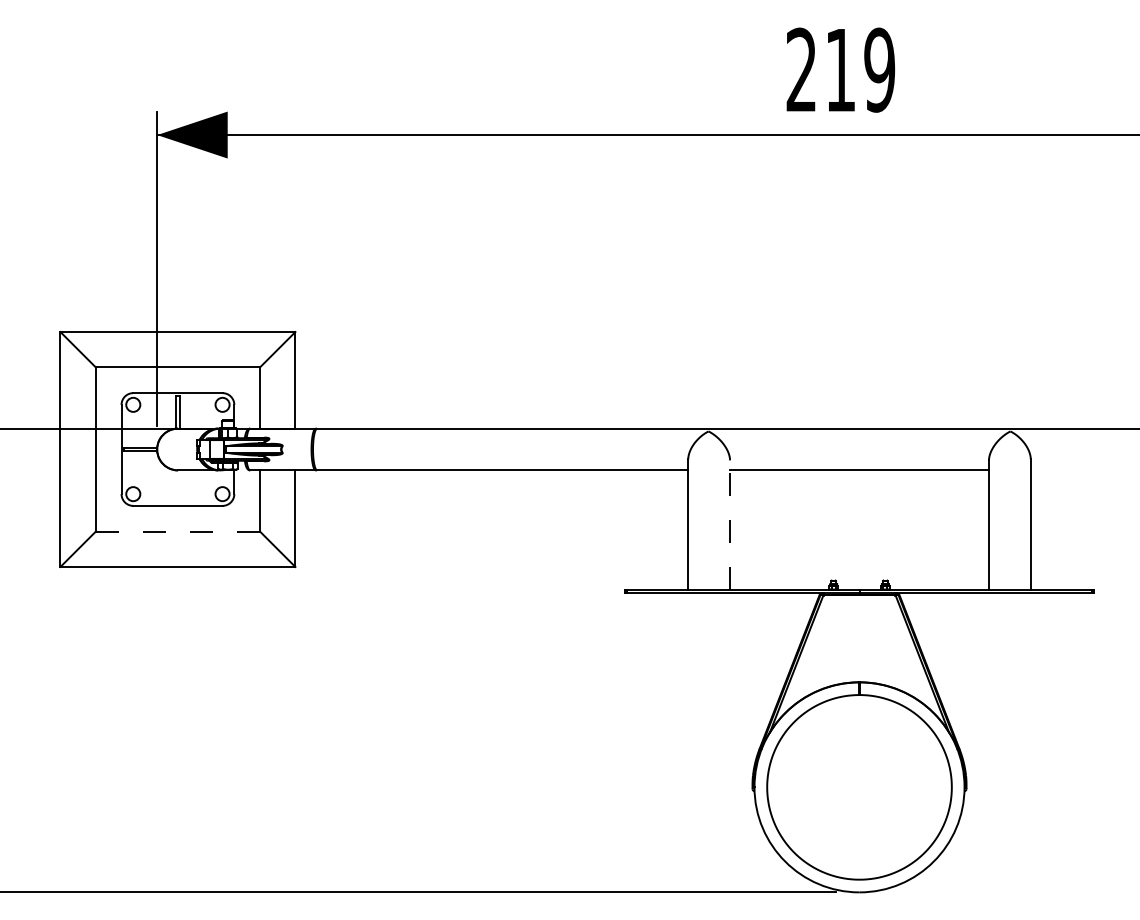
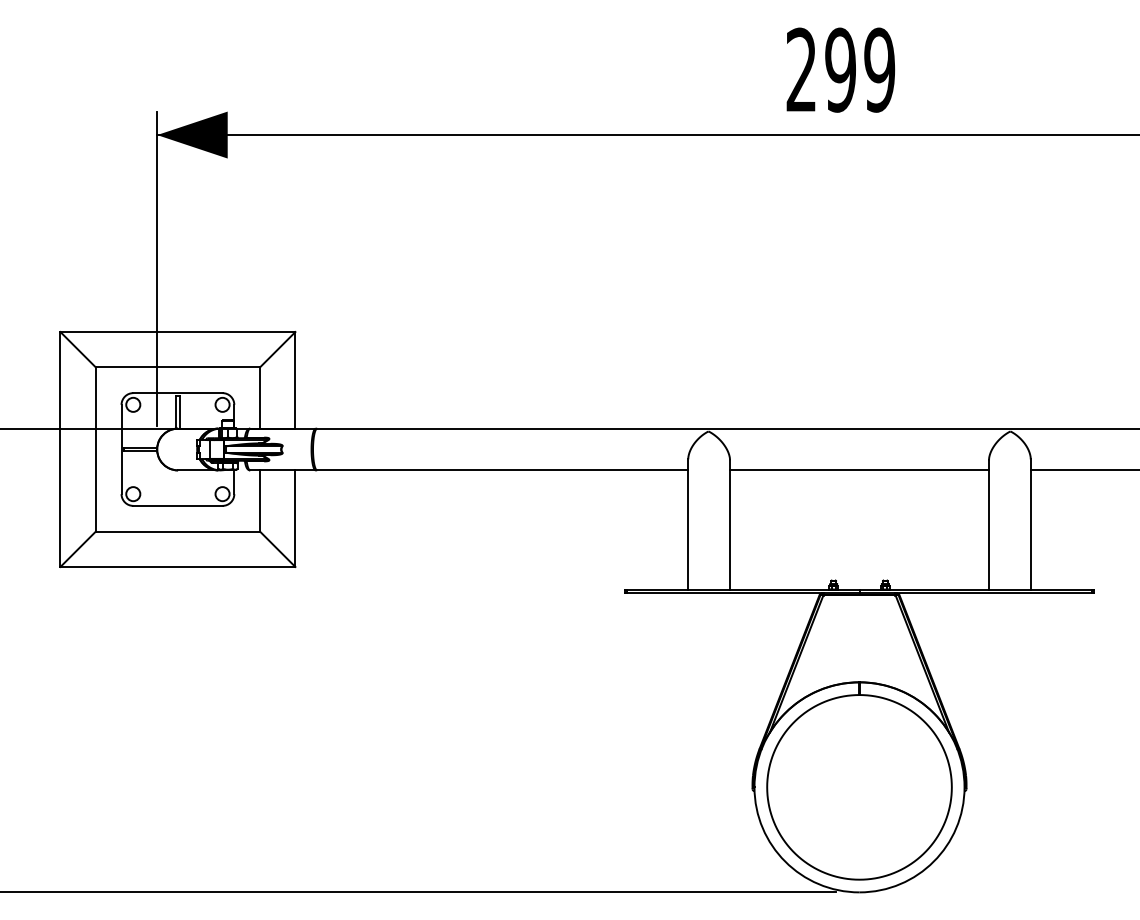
text at (840, 69): 219 -> 299
line at (1083, 470): none -> present
line at (730, 524): dashed -> solid
line at (178, 531): dashed -> solid
